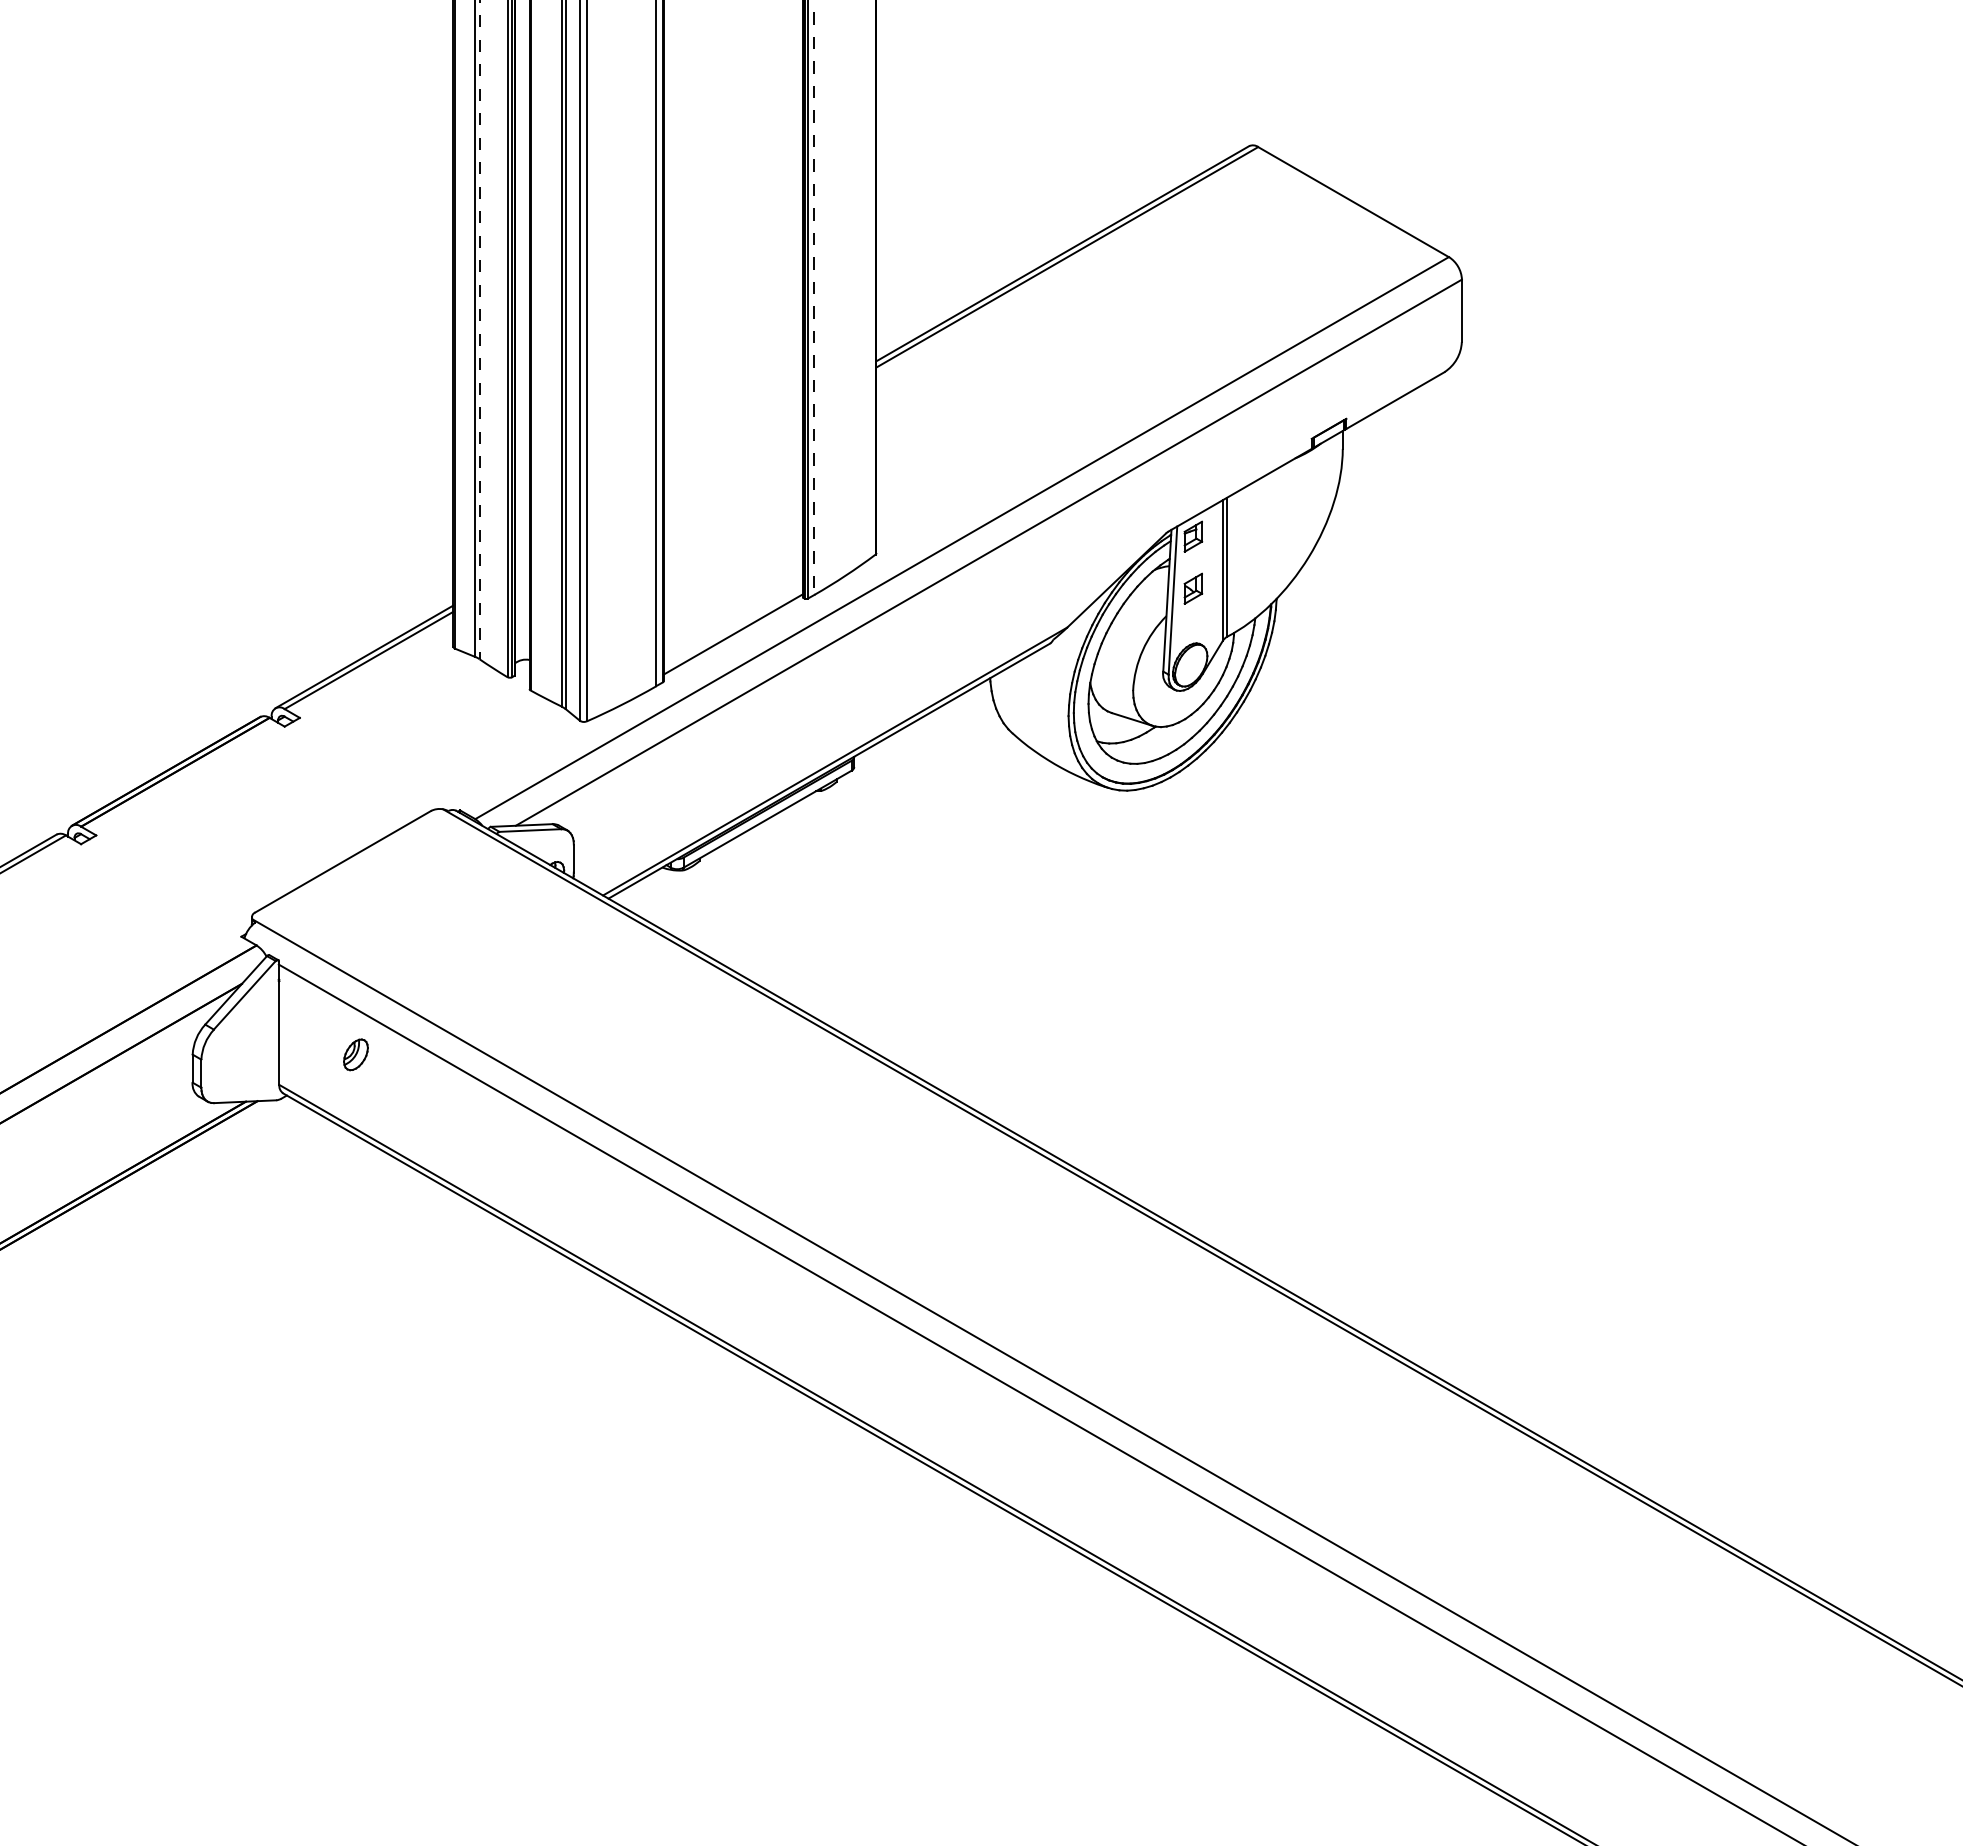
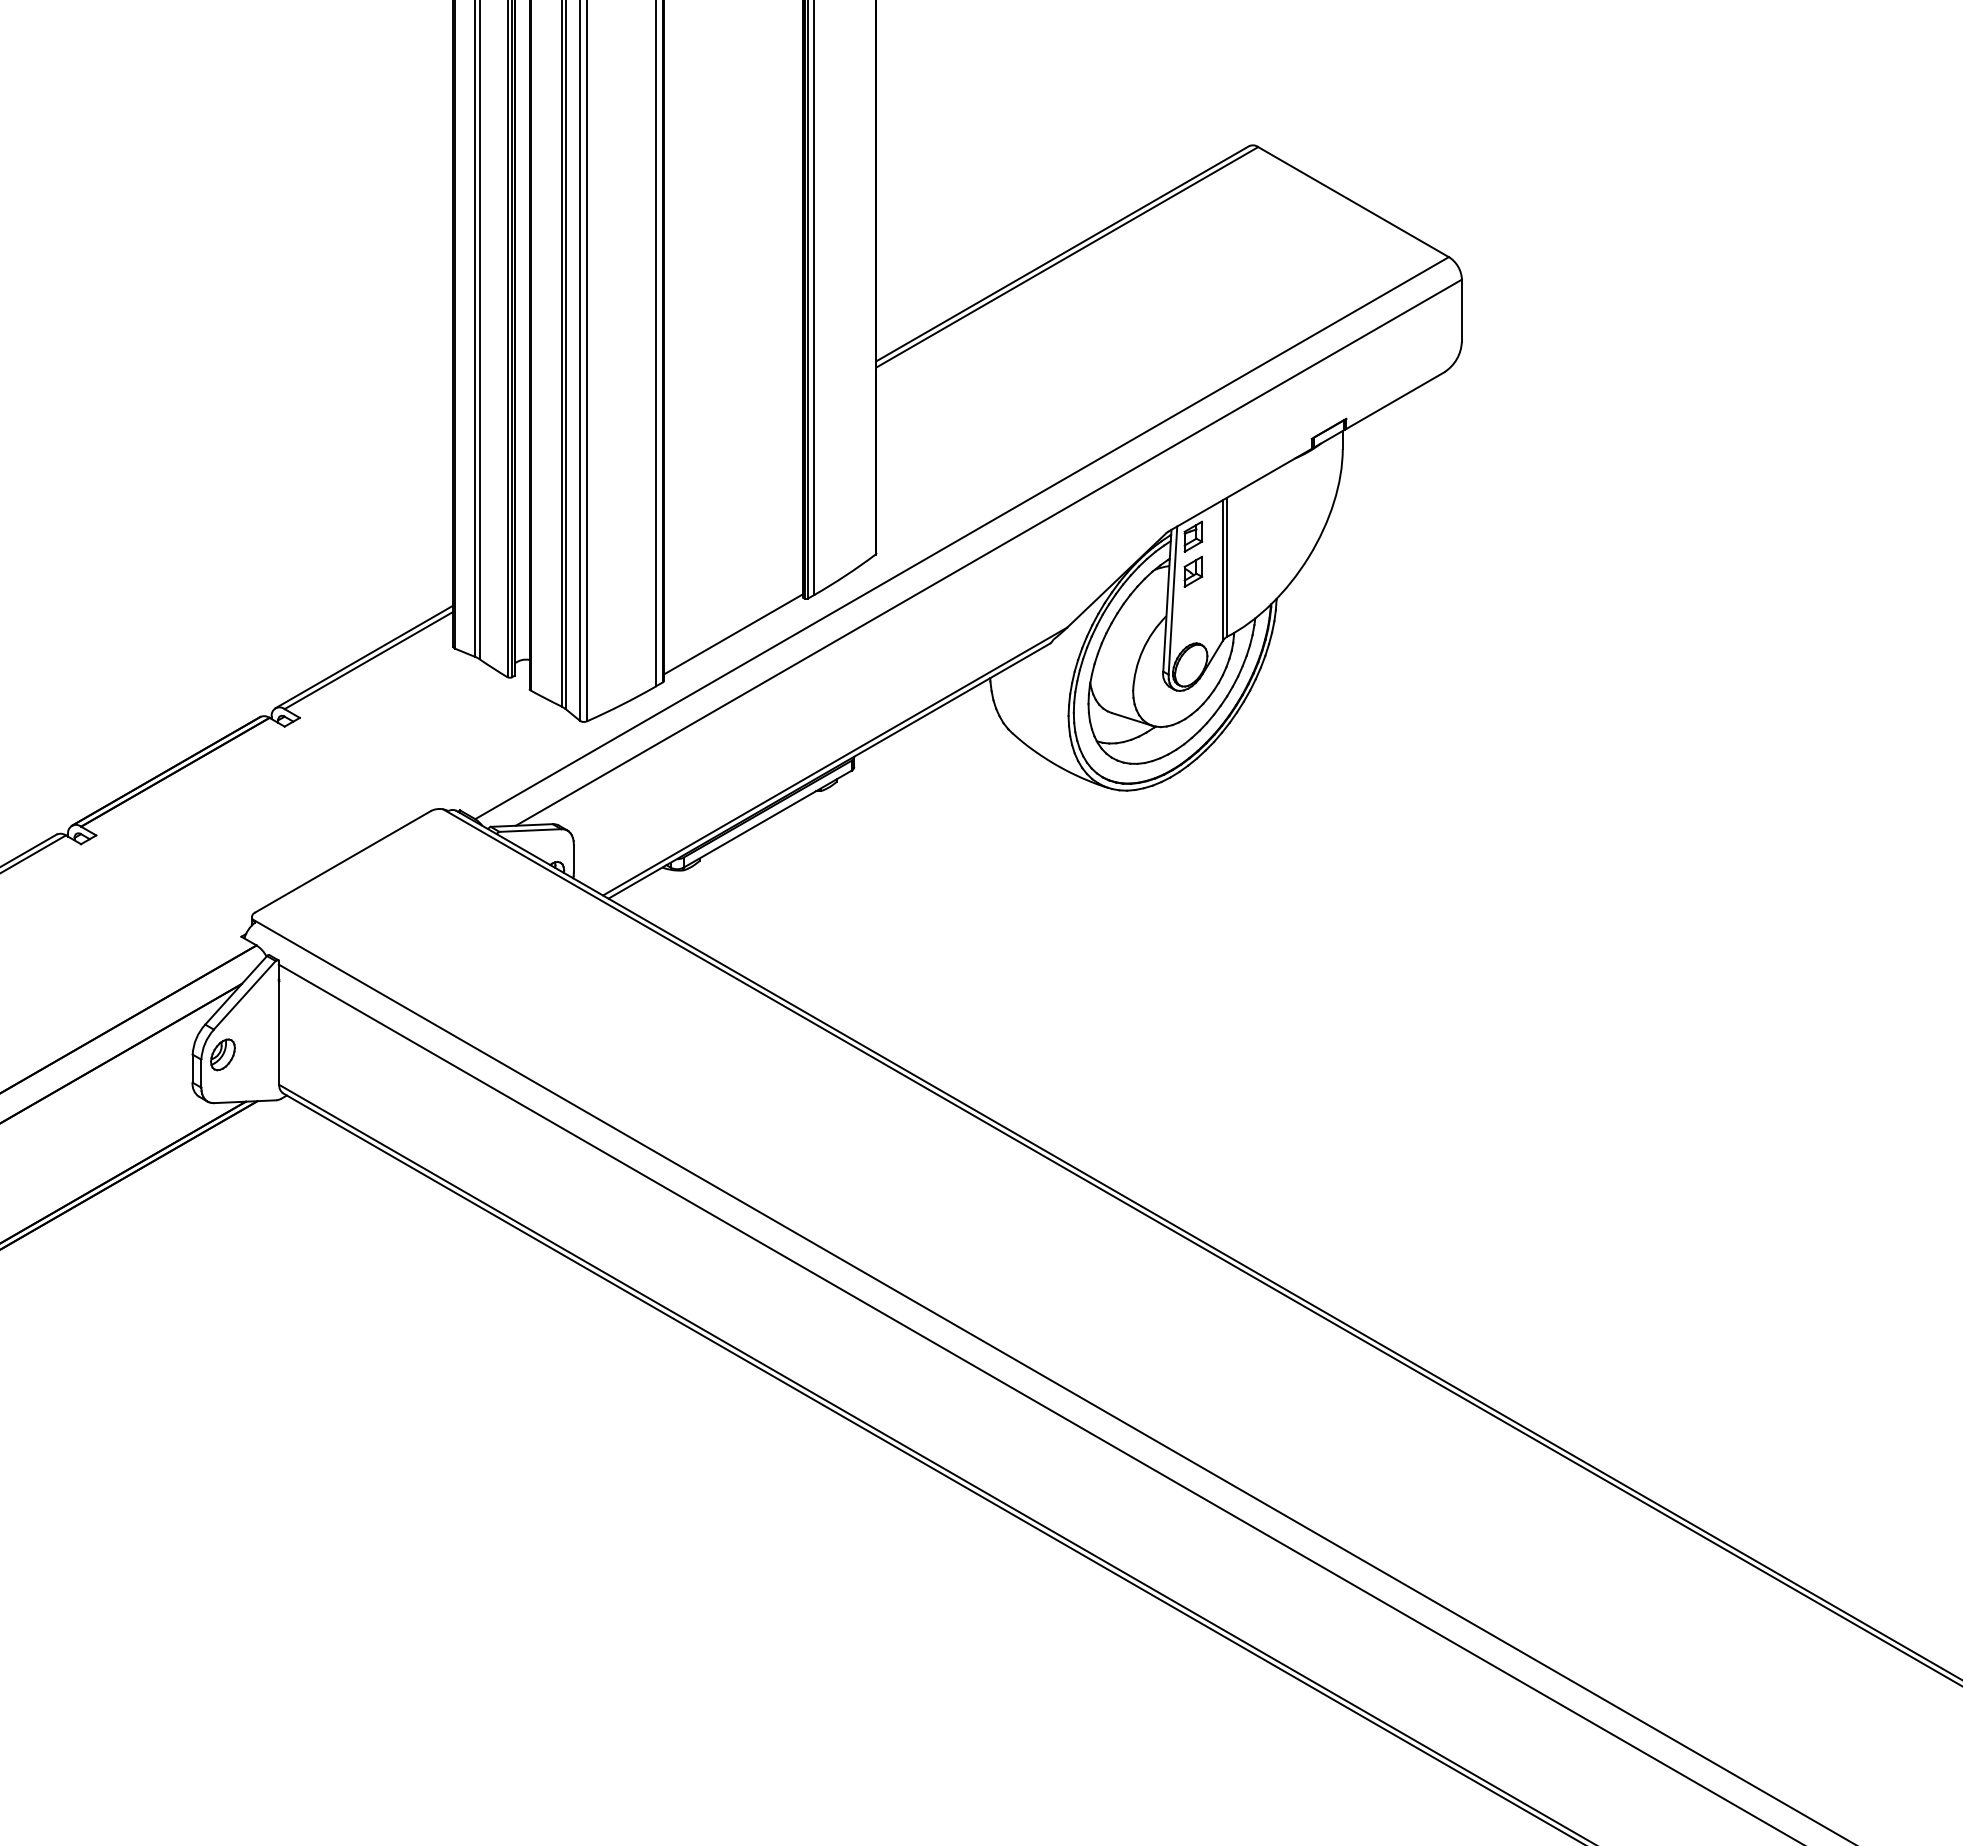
line at (814, 297): dashed -> solid
line at (479, 330): dashed -> solid
part at (1193, 588) position: (1193, 588) -> (1193, 571)
part at (355, 1054) position: (355, 1054) -> (222, 1054)
